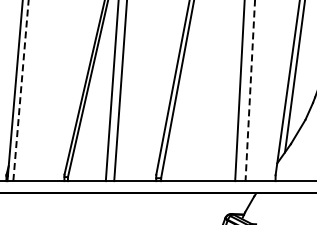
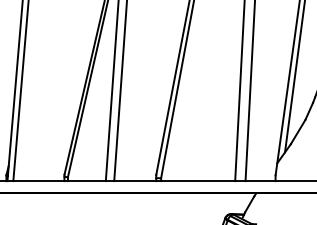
line at (21, 90): dashed -> solid
line at (250, 91): dashed -> solid
